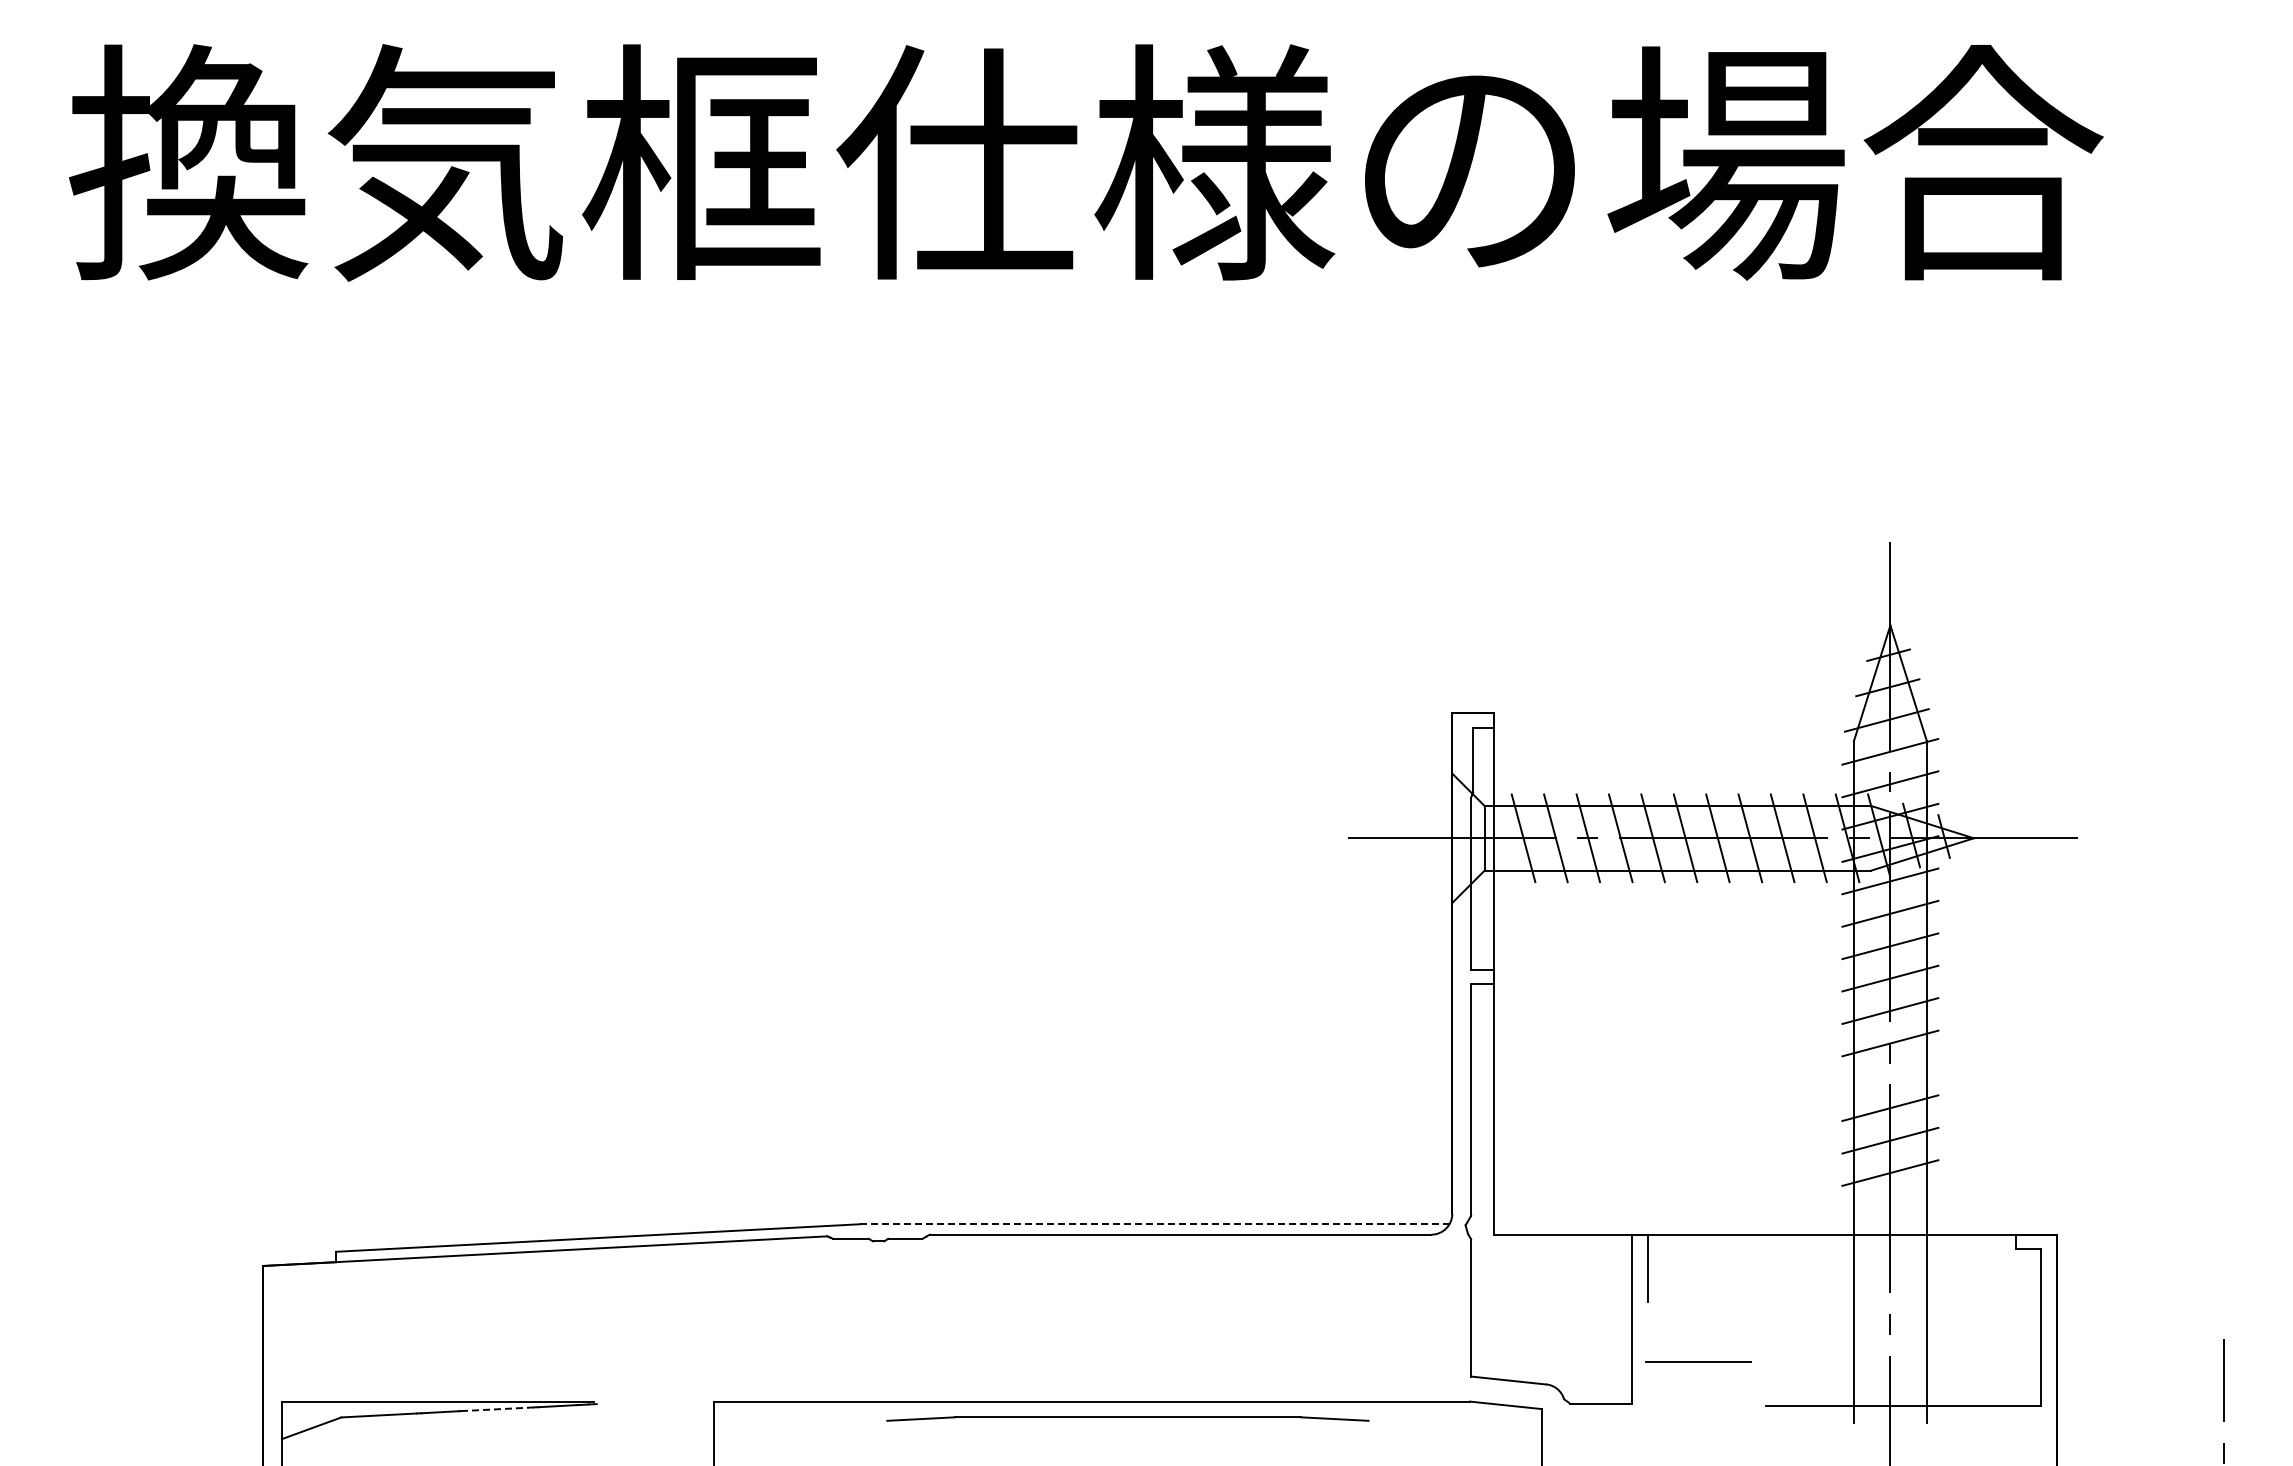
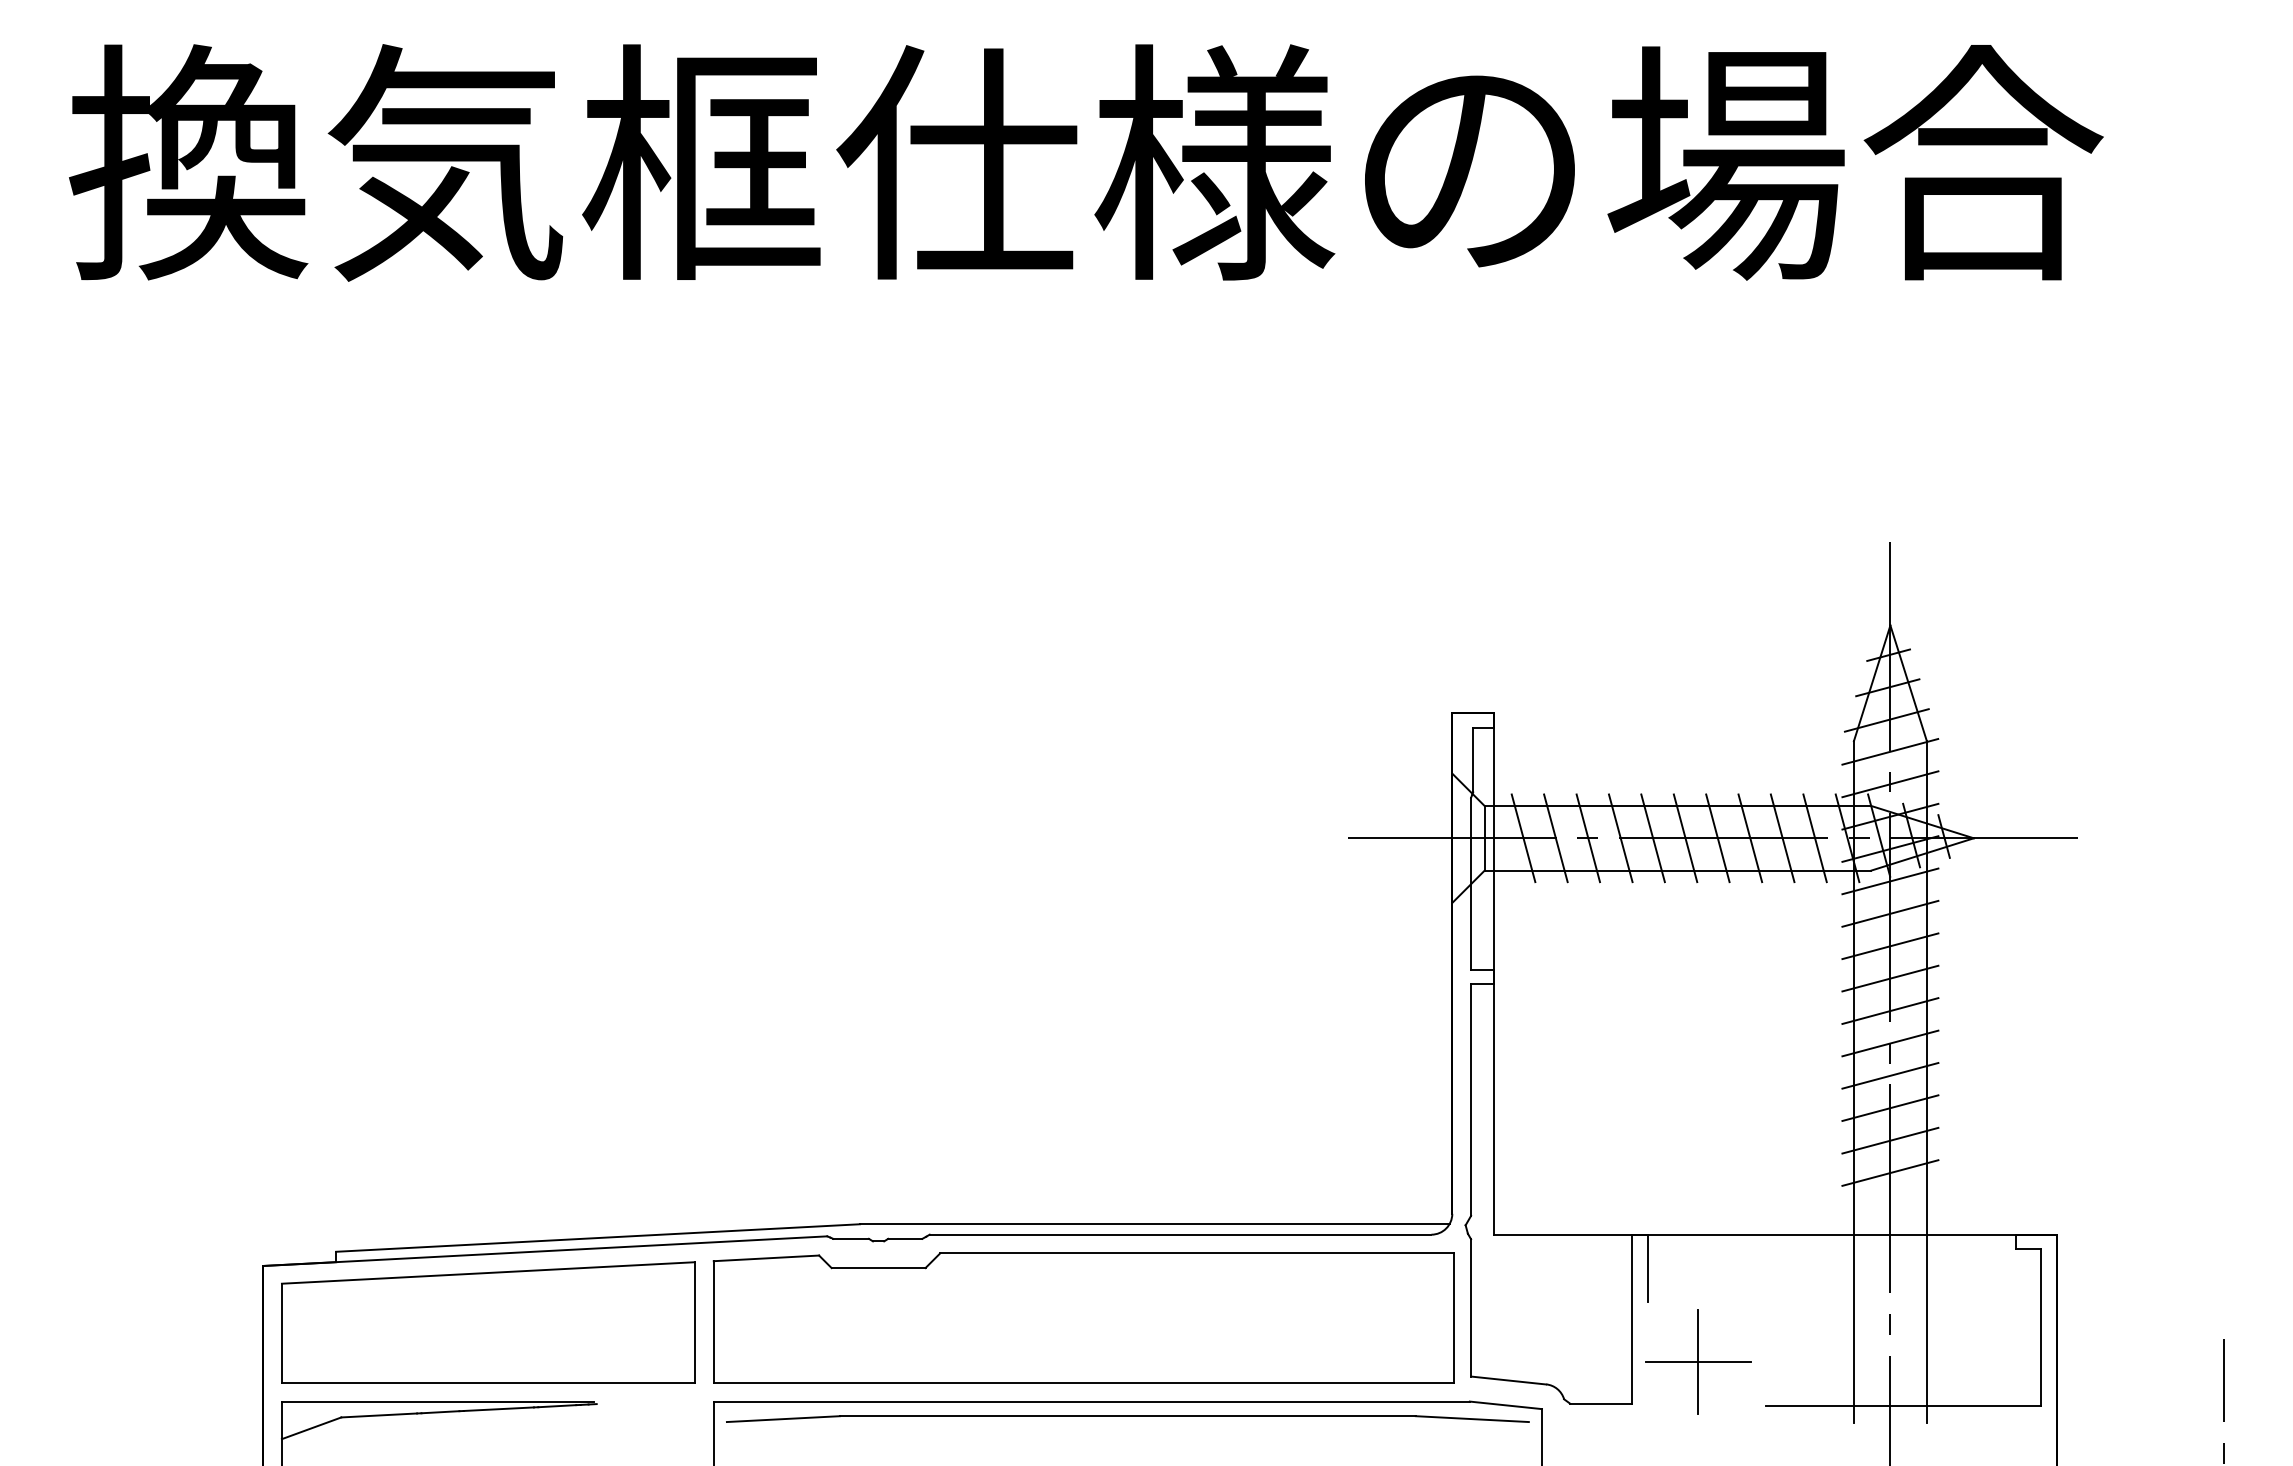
line at (1890, 1075): none -> present
line at (1154, 1224): dashed -> solid
part at (1083, 1317): none -> present
part at (488, 1322): none -> present
line at (1698, 1361): none -> present
line at (498, 1409): dashed -> solid
part at (1127, 1418) size: 484x6 px -> 804x8 px
